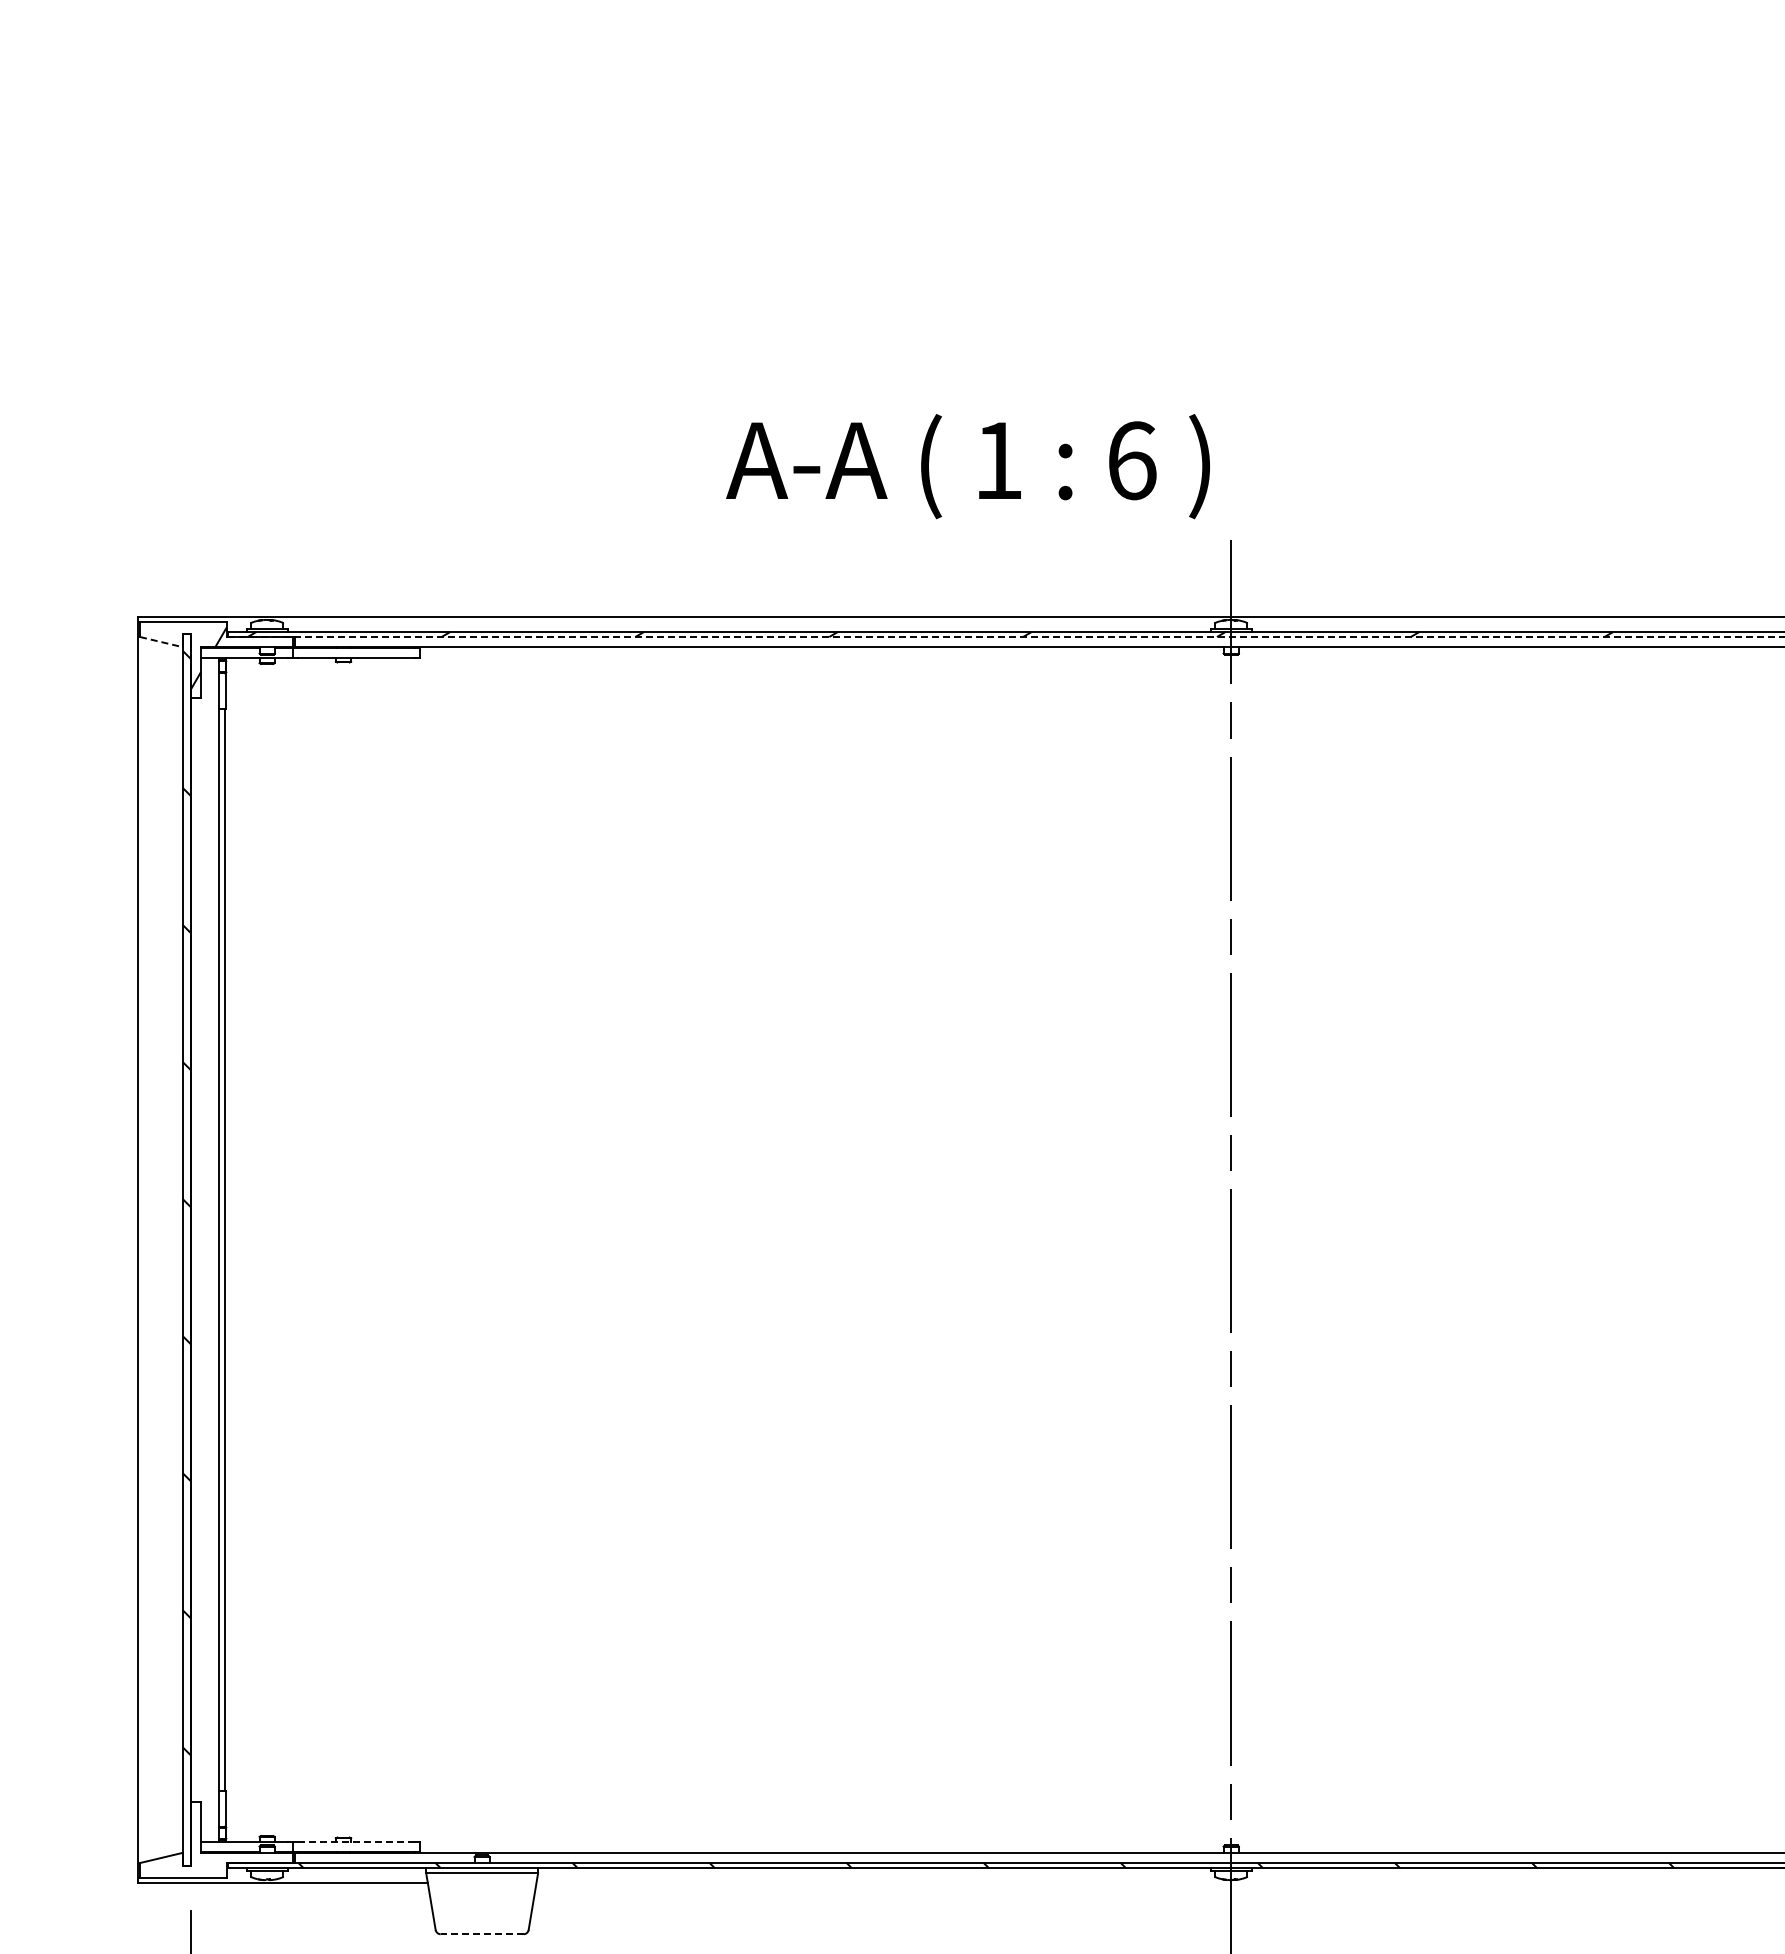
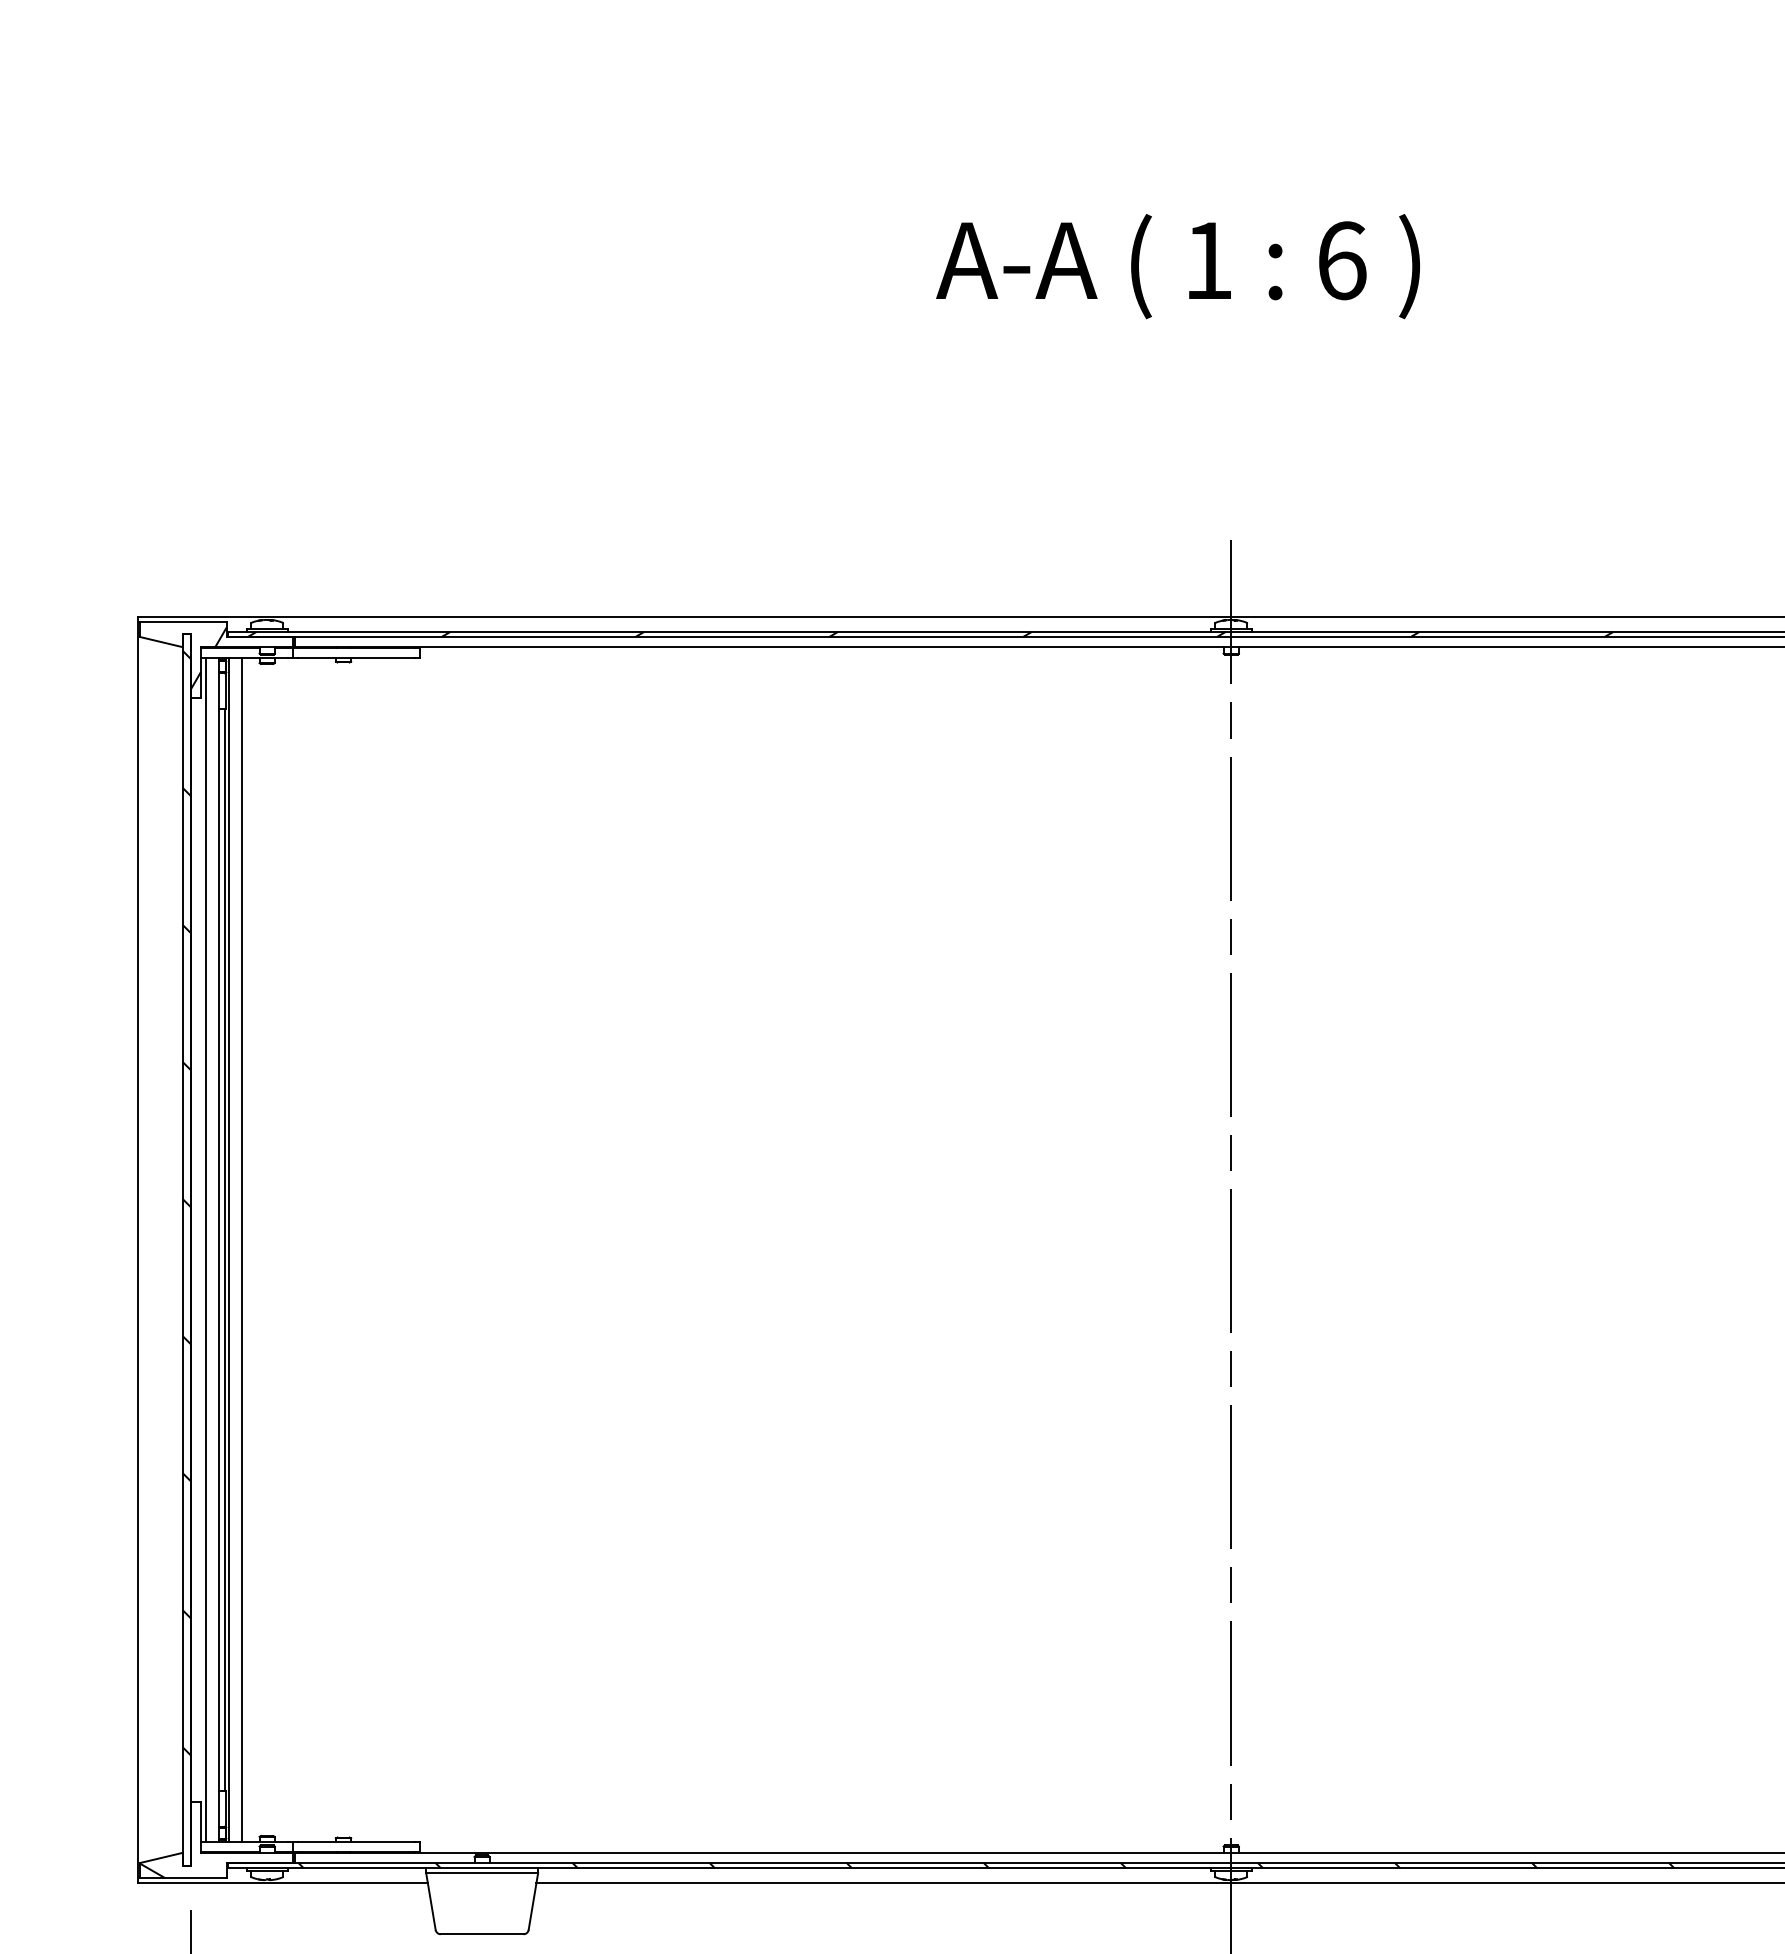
text at (967, 466) position: (967, 466) -> (1177, 266)
line at (1006, 637): dashed -> solid
line at (161, 642): dashed -> solid
line at (206, 1249): none -> present
line at (229, 1249): none -> present
line at (241, 1249): none -> present
line at (356, 1842): dashed -> solid
hatch at (152, 1870): none -> present
line at (1158, 1883): none -> present
line at (481, 1934): dashed -> solid
